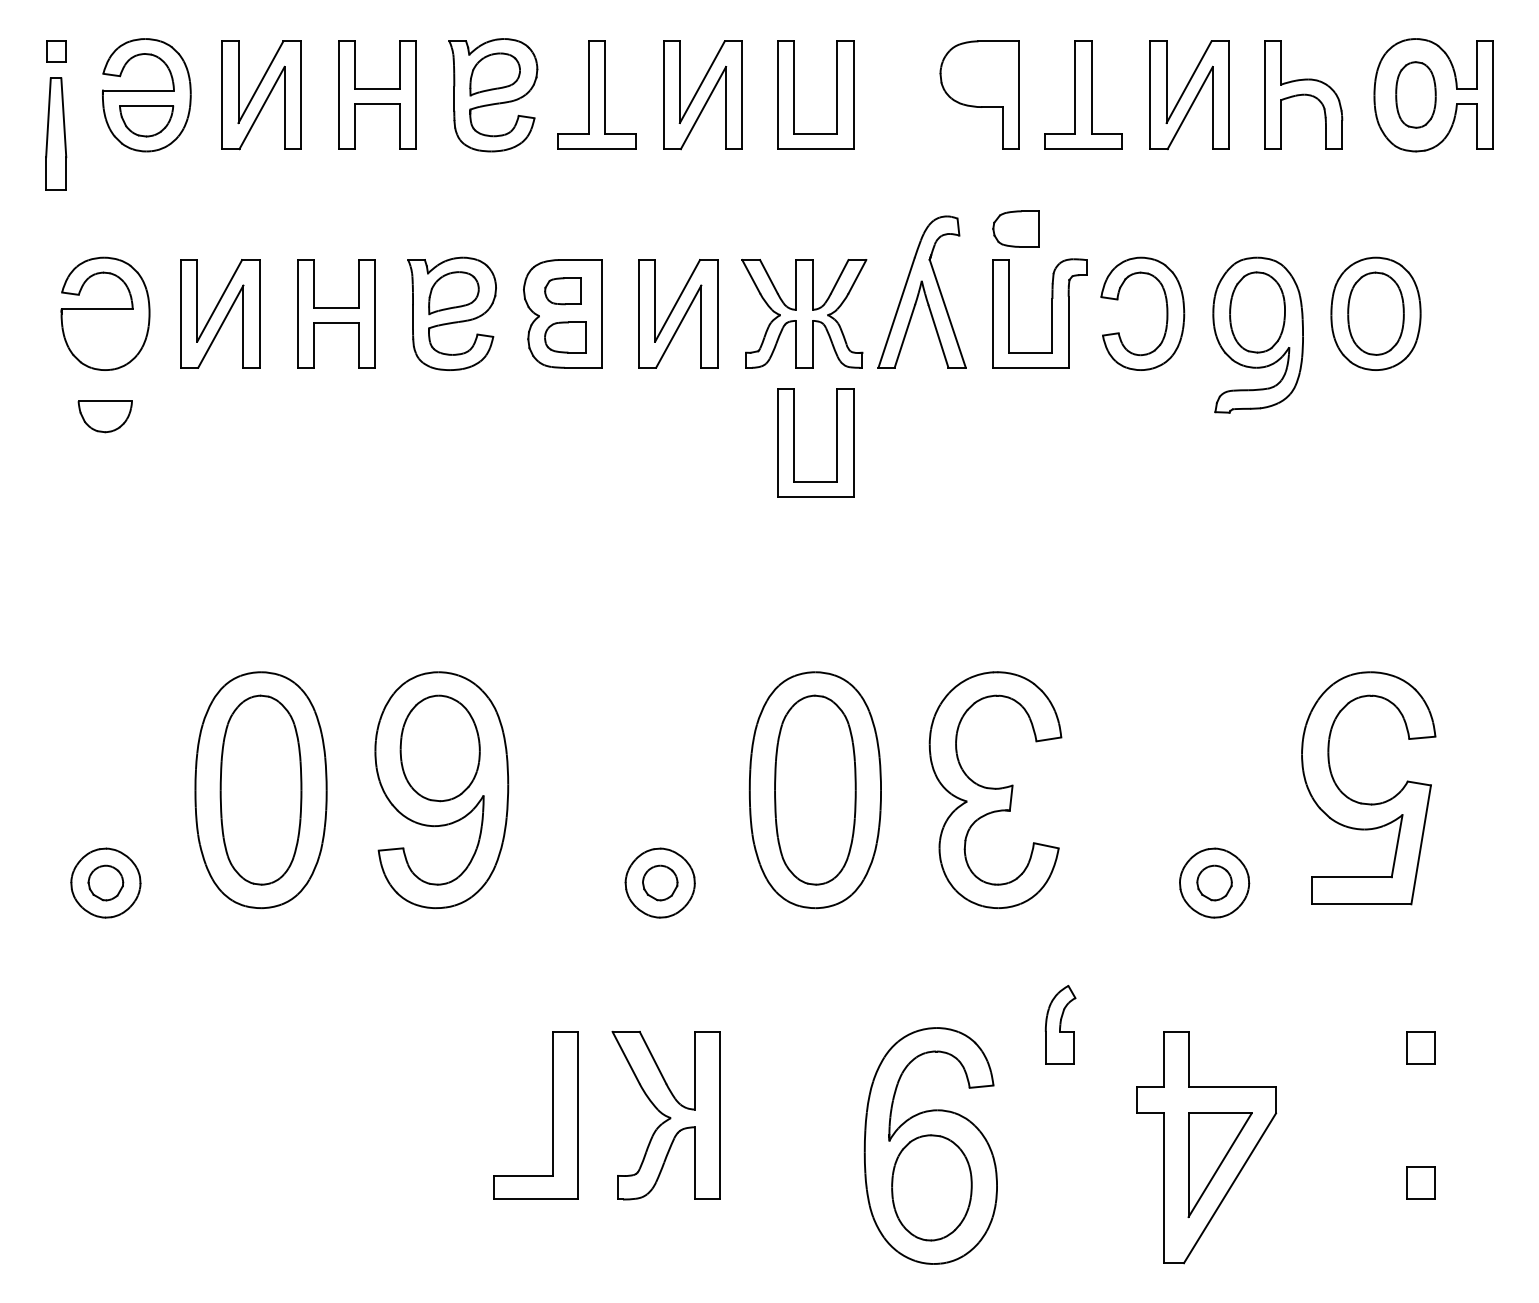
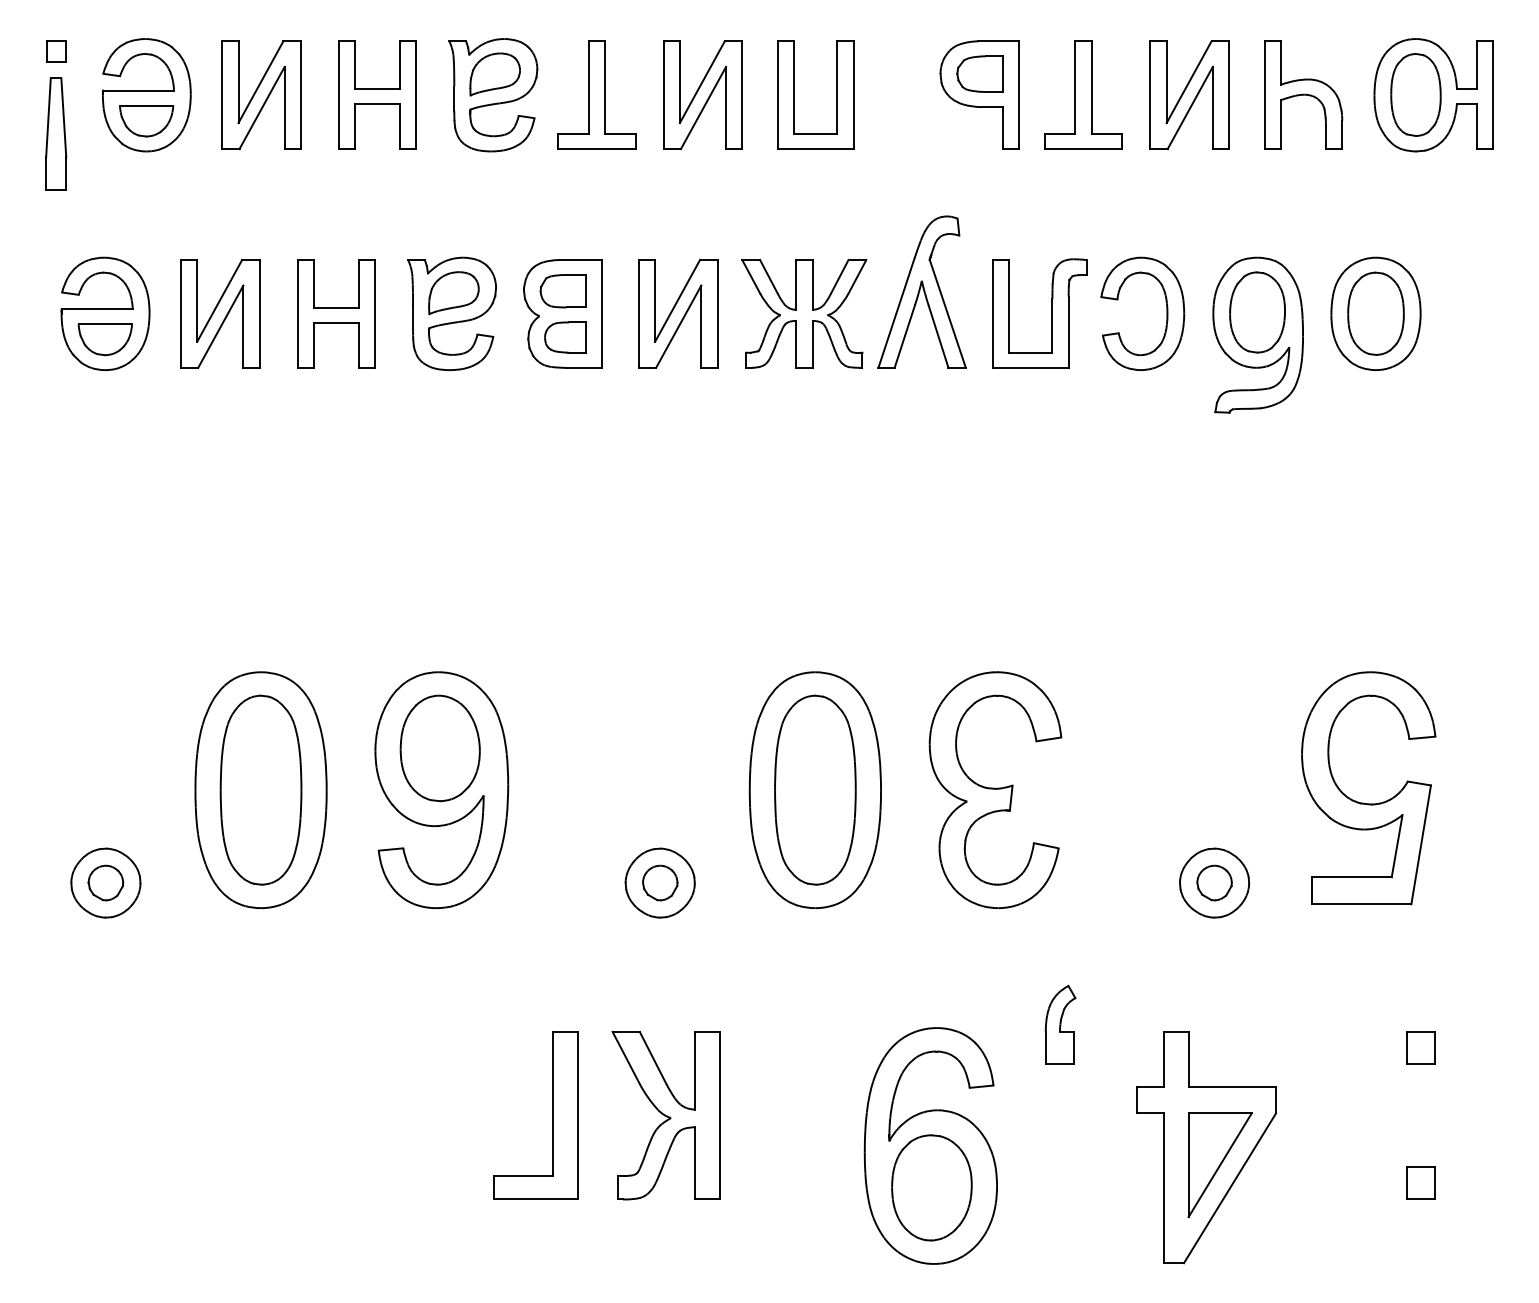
part at (1415, 94) size: 42x68 px -> 52x84 px
part at (1015, 228) position: (1015, 228) -> (979, 73)
part at (562, 291) size: 38x29 px -> 48x35 px
part at (104, 416) position: (104, 416) -> (104, 339)
part at (794, 442): present -> none
